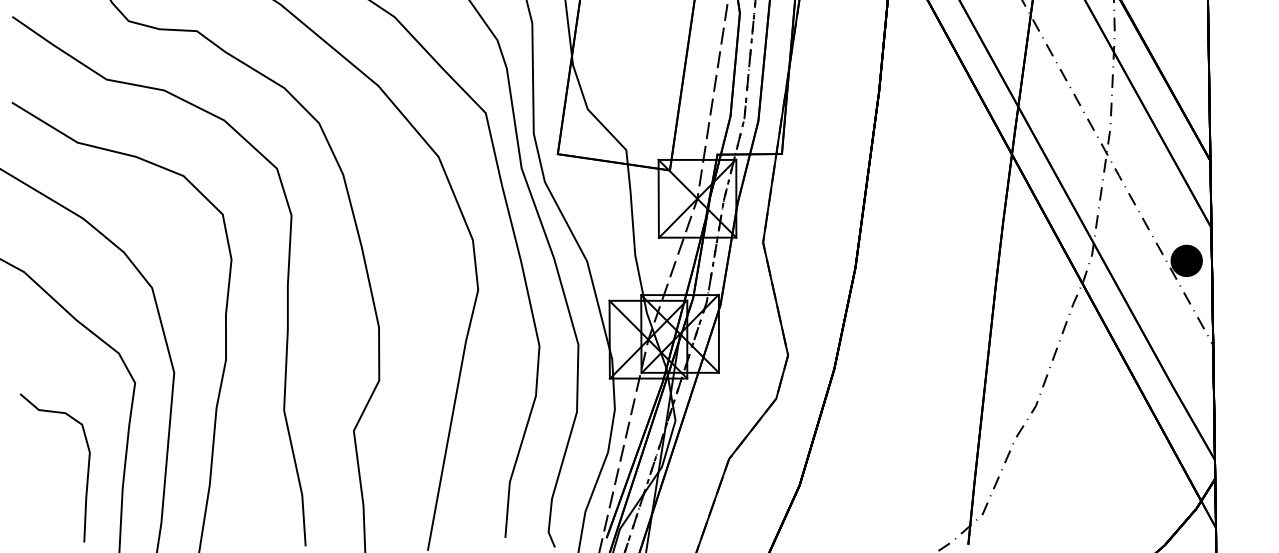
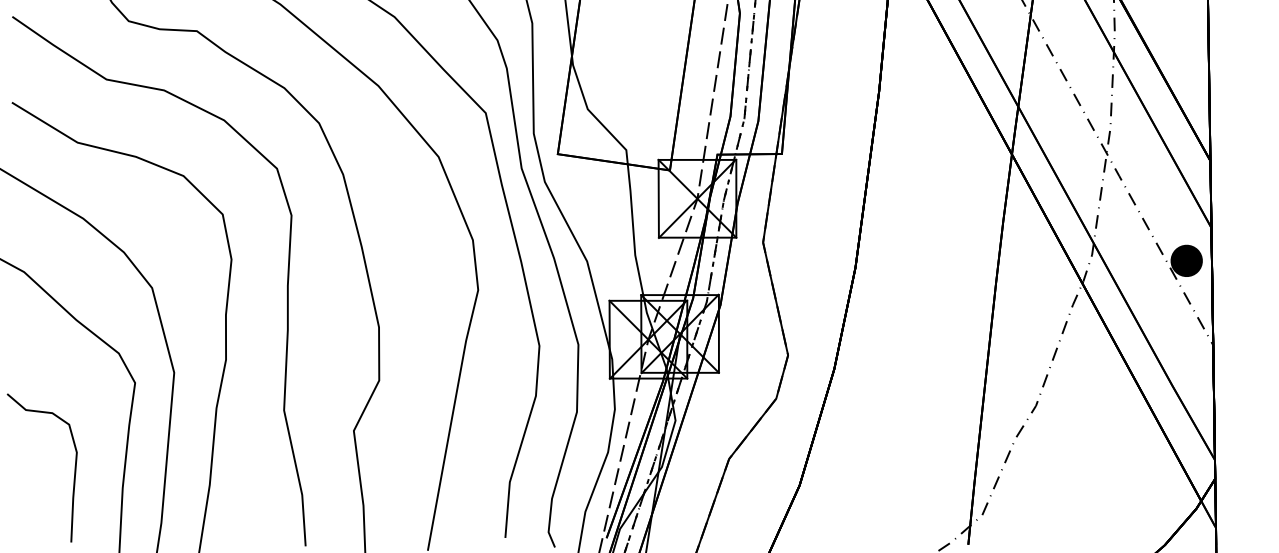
curve at (87, 467) position: (87, 467) -> (74, 467)
